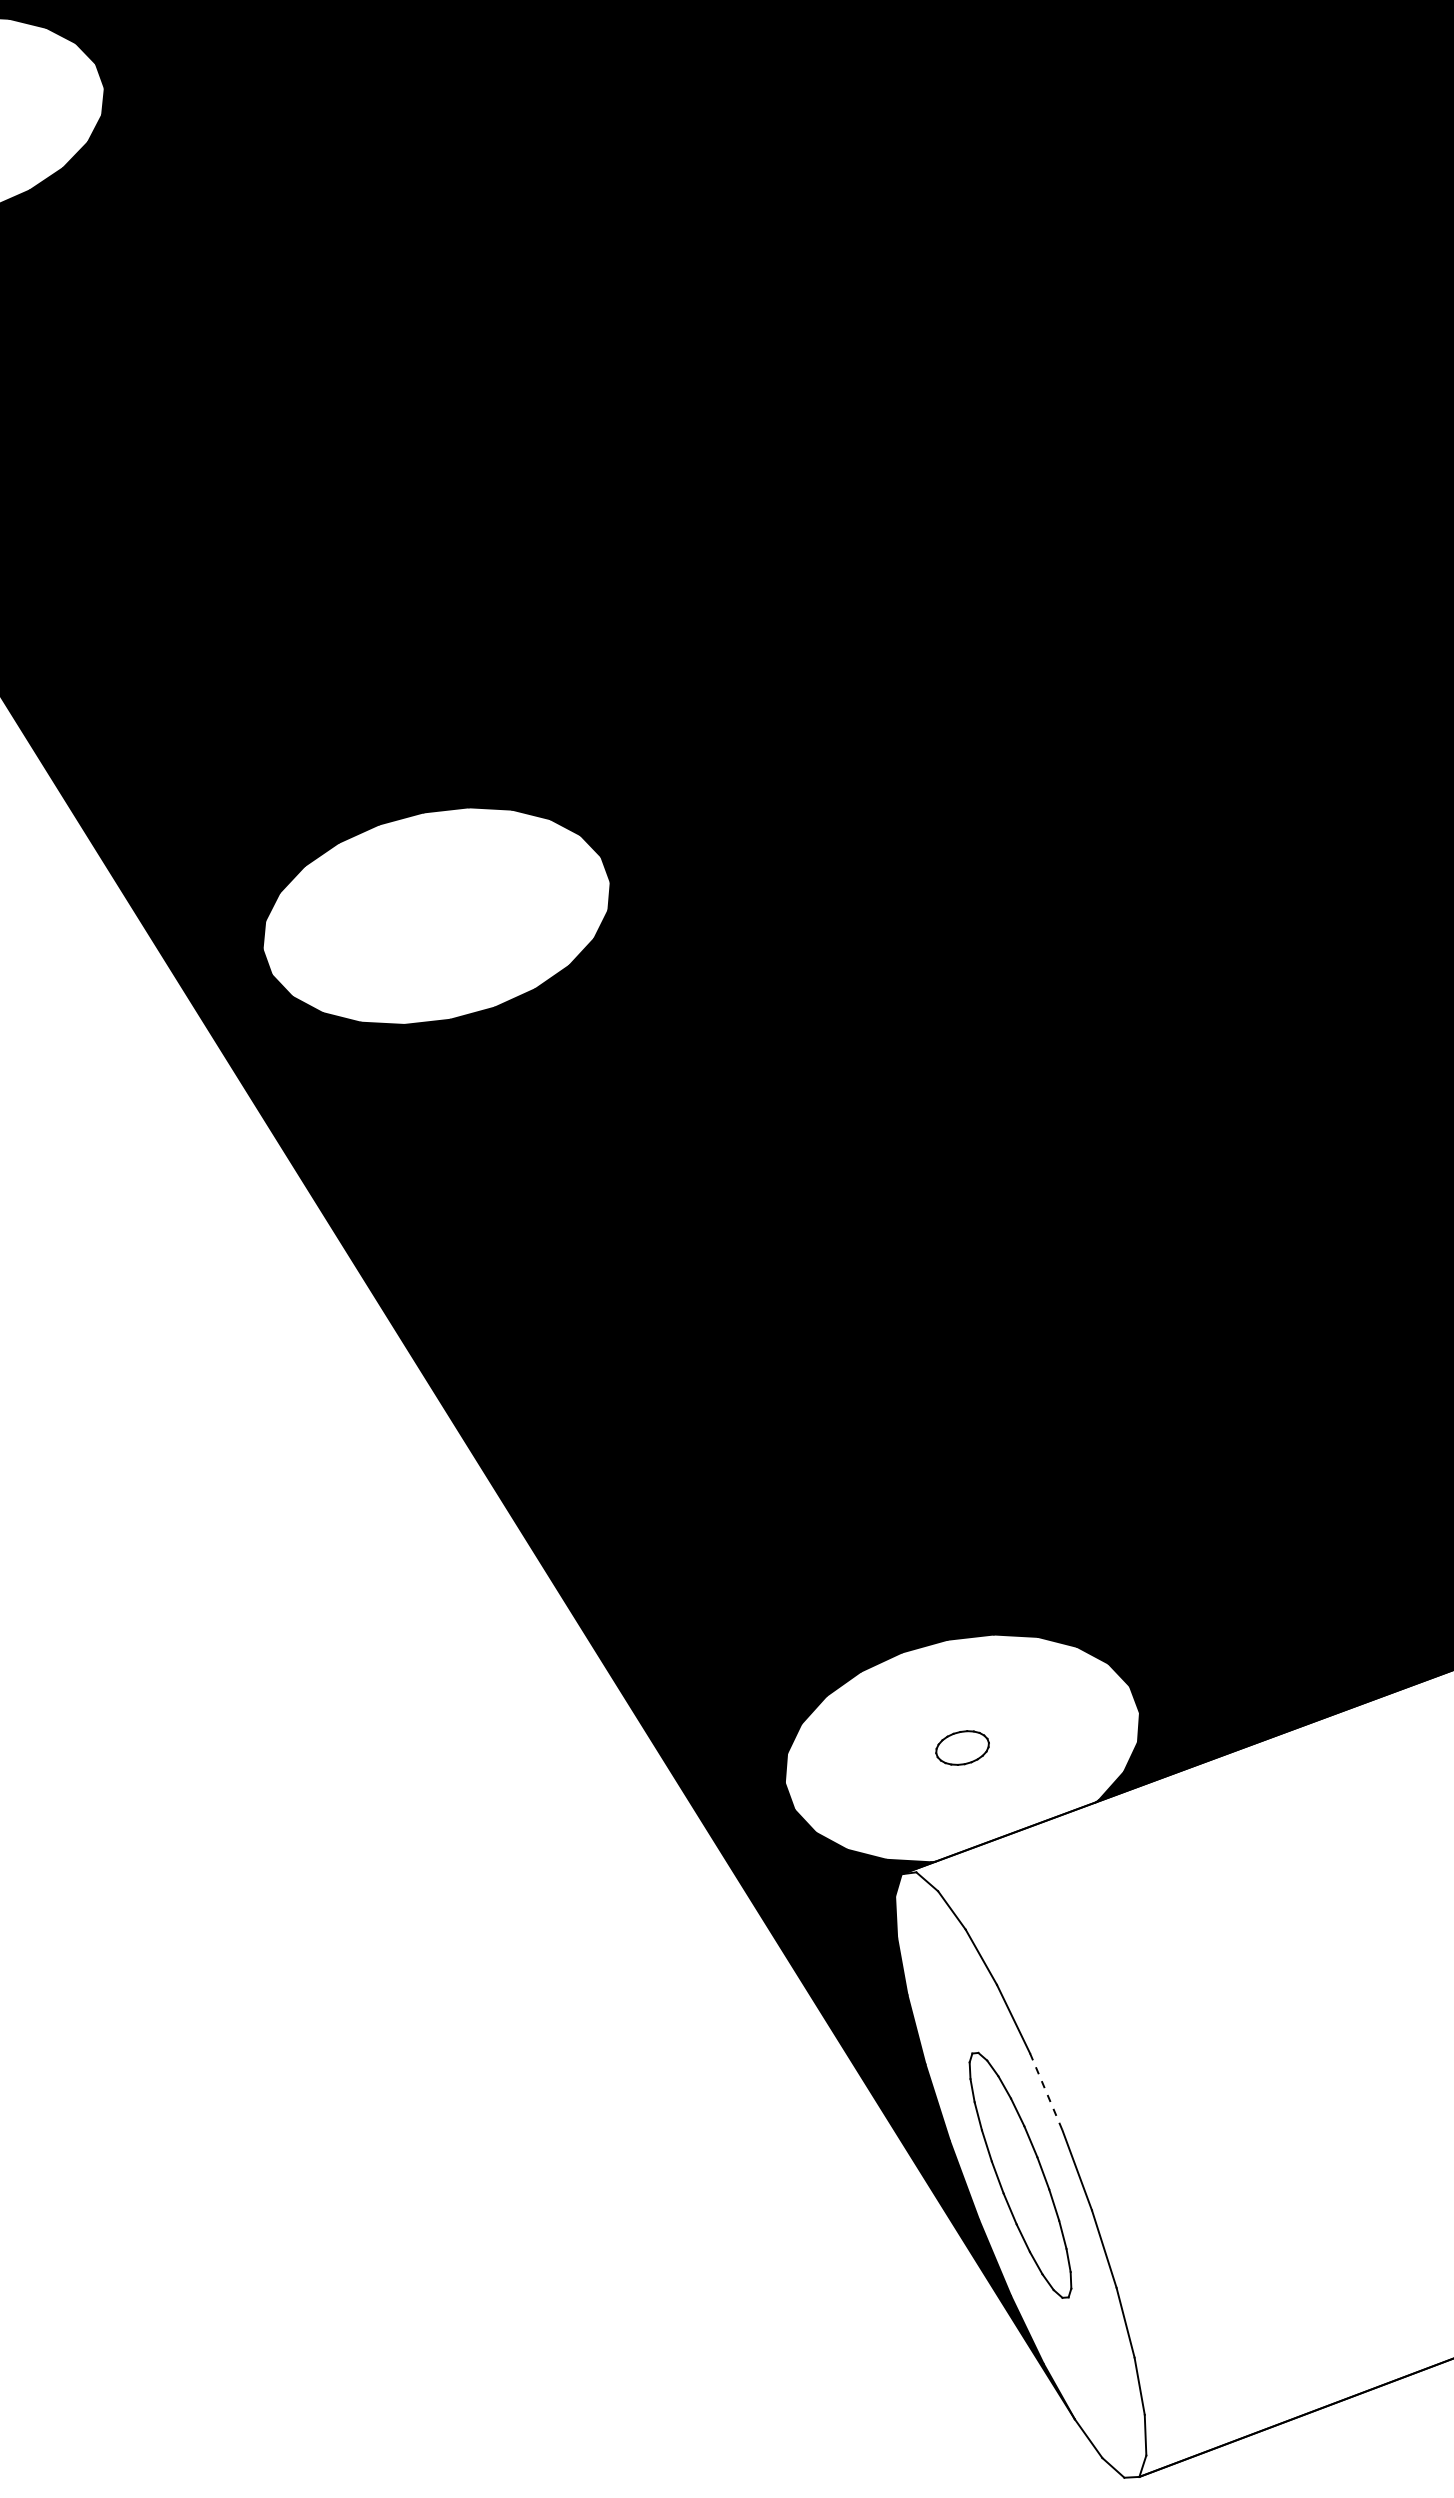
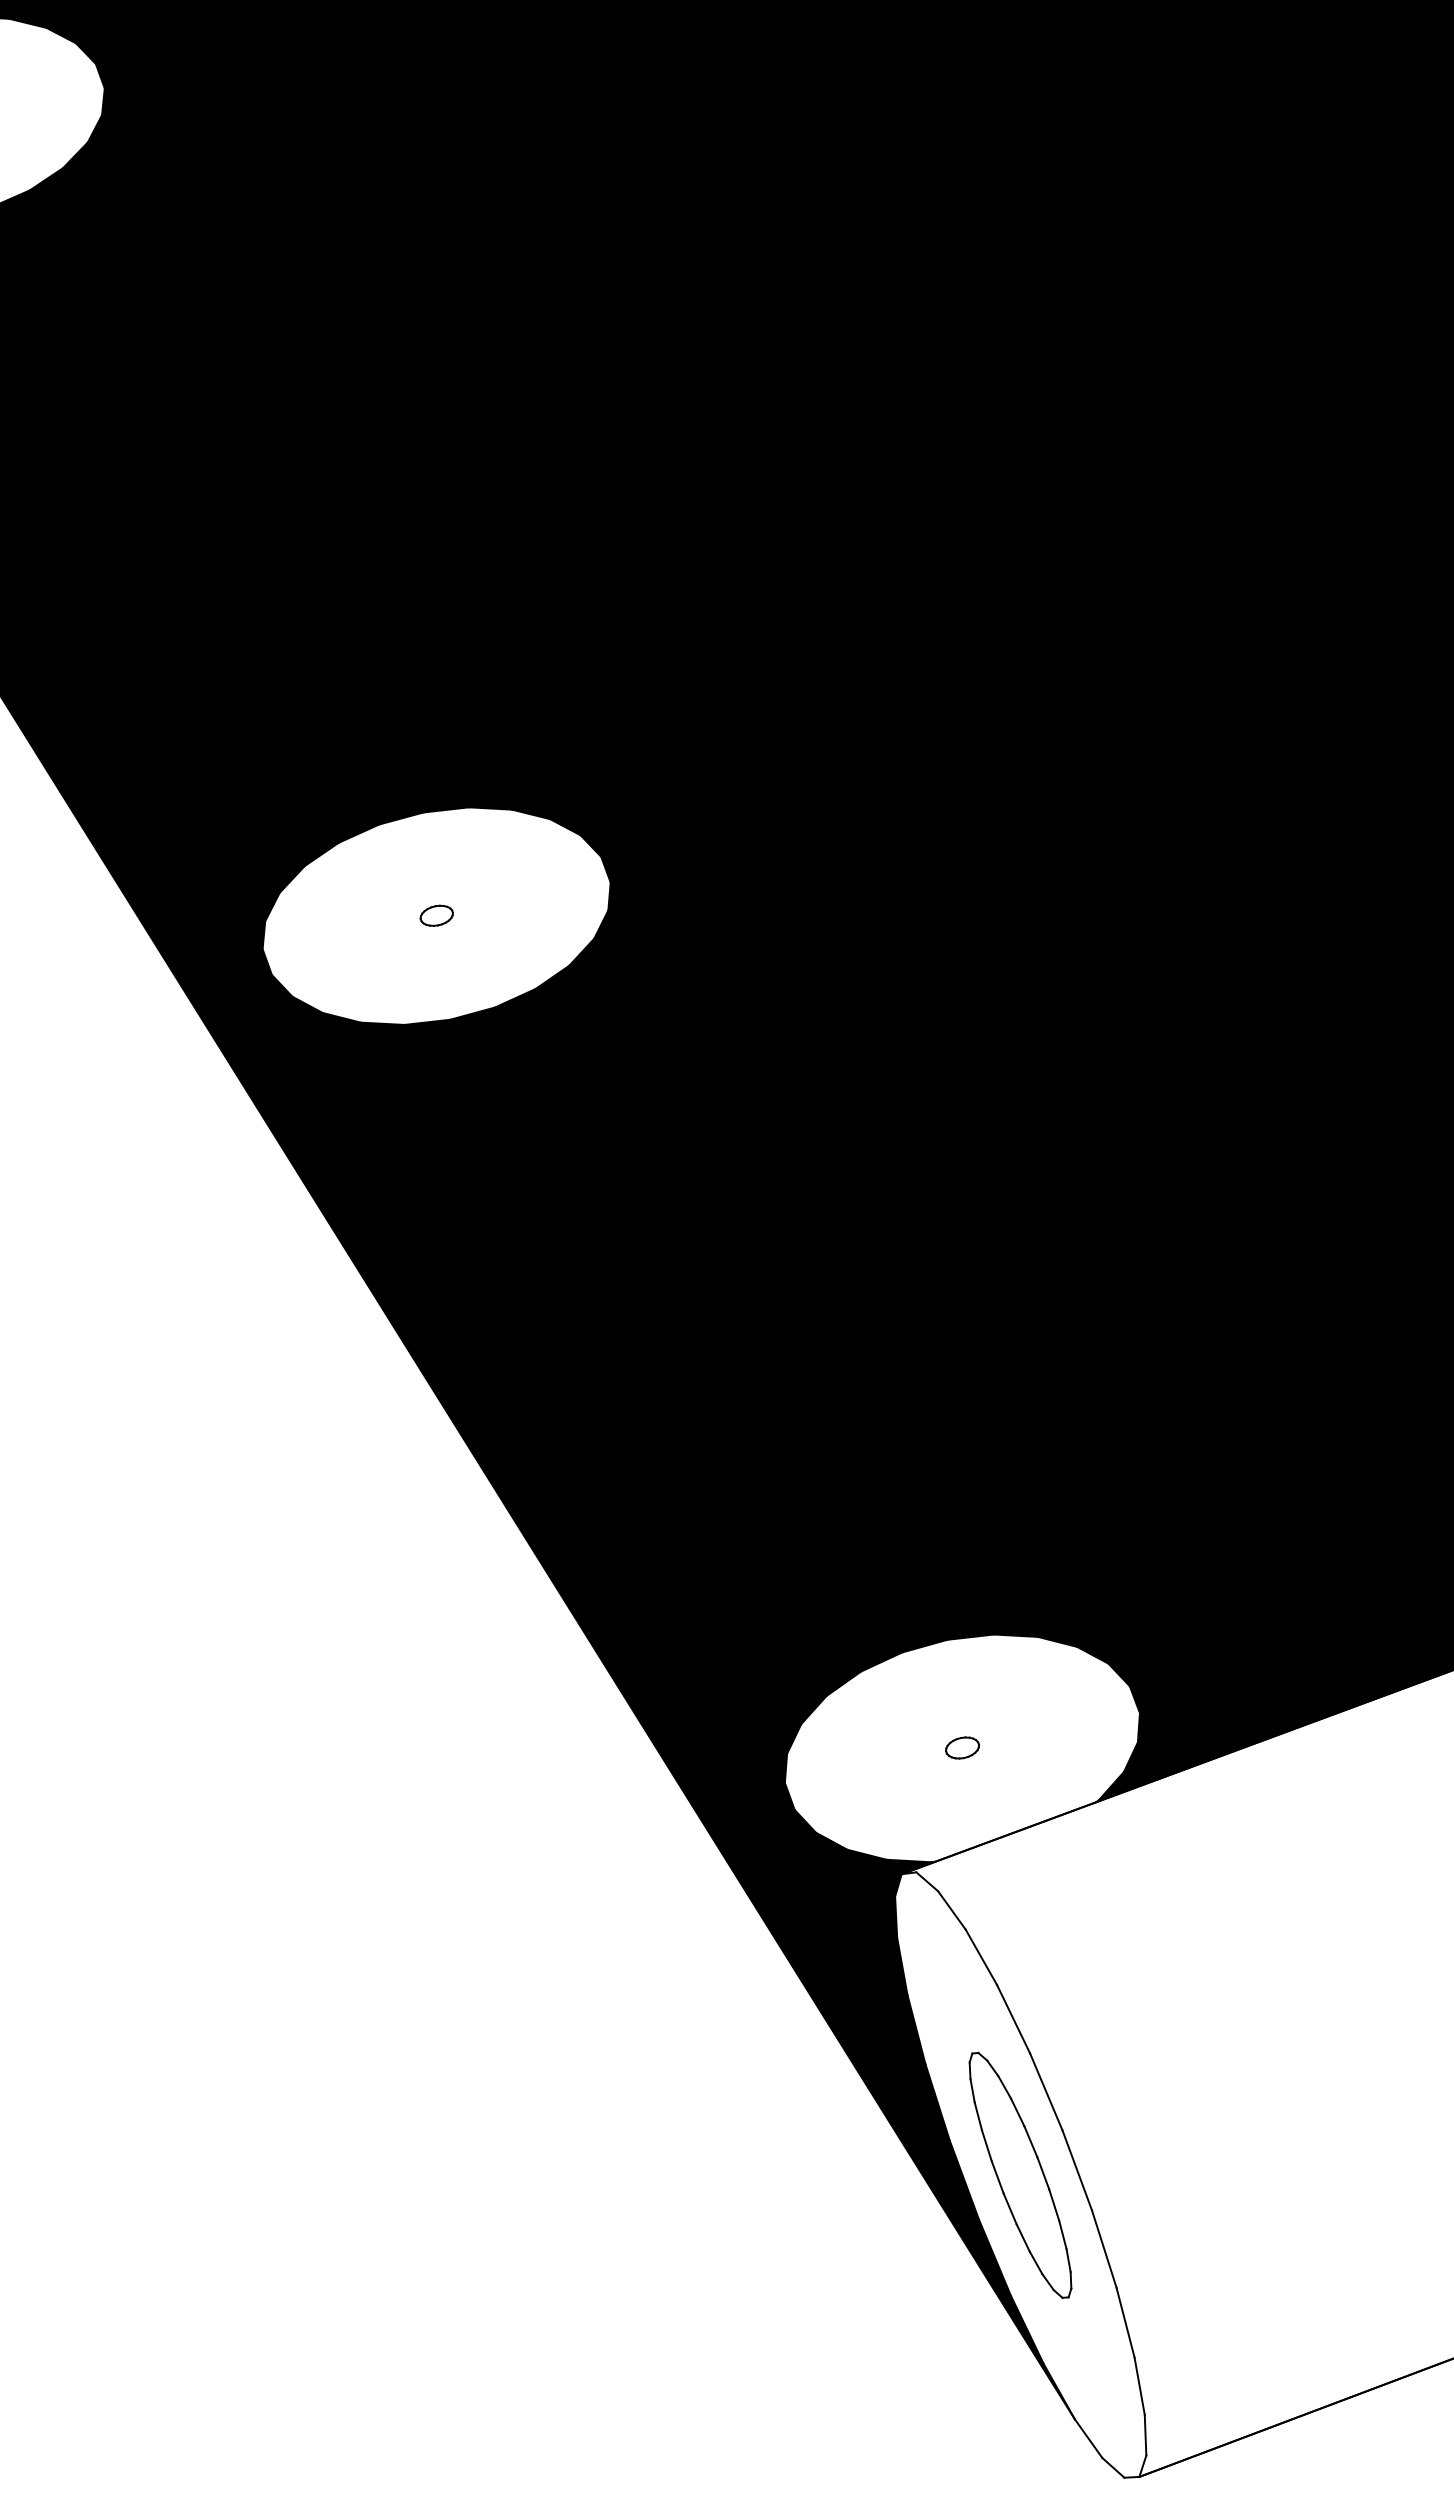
part at (436, 915): none -> present
part at (962, 1747) size: 55x36 px -> 35x24 px
line at (1046, 2091): dashed -> solid
